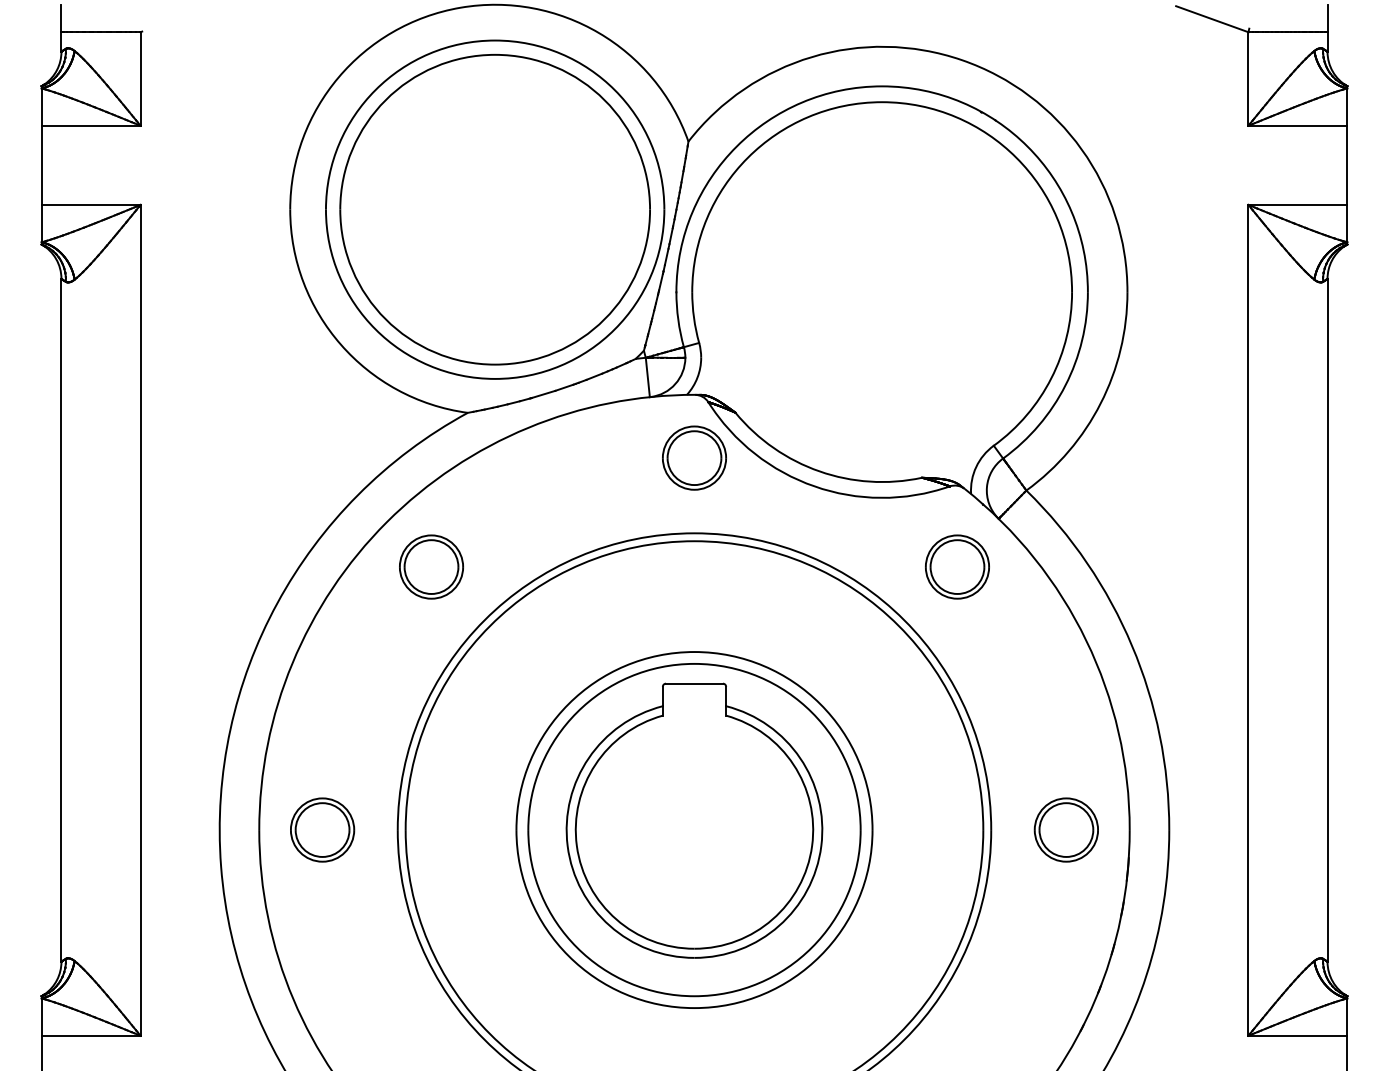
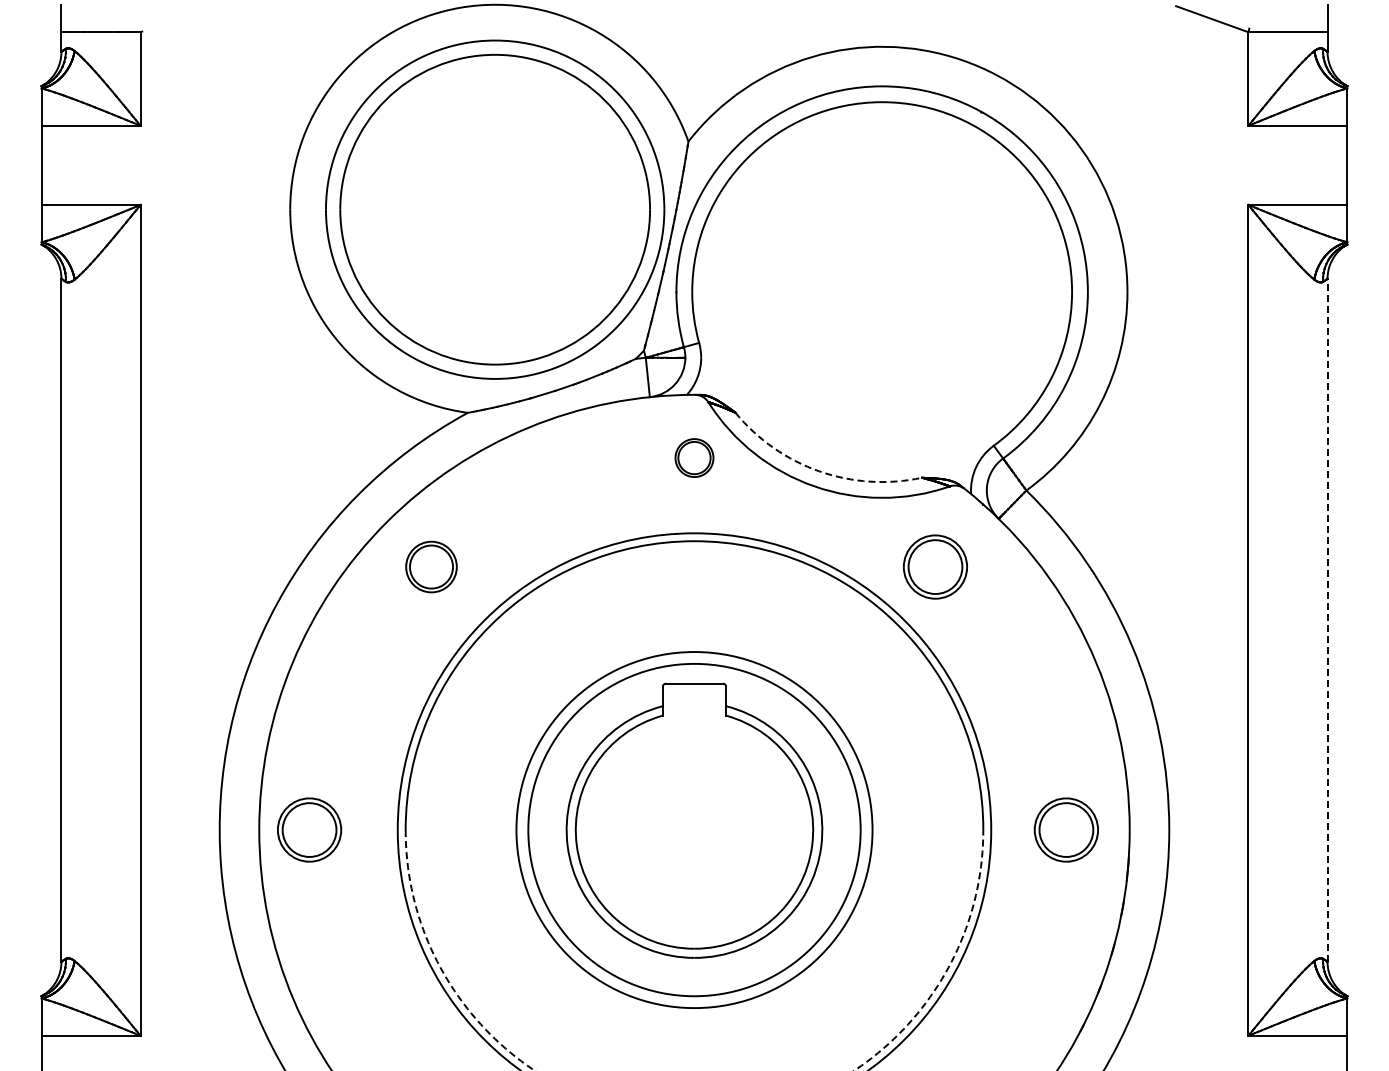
part at (694, 457) size: 65x66 px -> 41x40 px
arc at (819, 471): solid -> dashed
part at (431, 566) size: 65x66 px -> 53x54 px
part at (957, 566) position: (957, 566) -> (935, 566)
line at (1327, 620): solid -> dashed
part at (322, 829) position: (322, 829) -> (309, 829)
arc at (854, 1070): solid -> dashed
